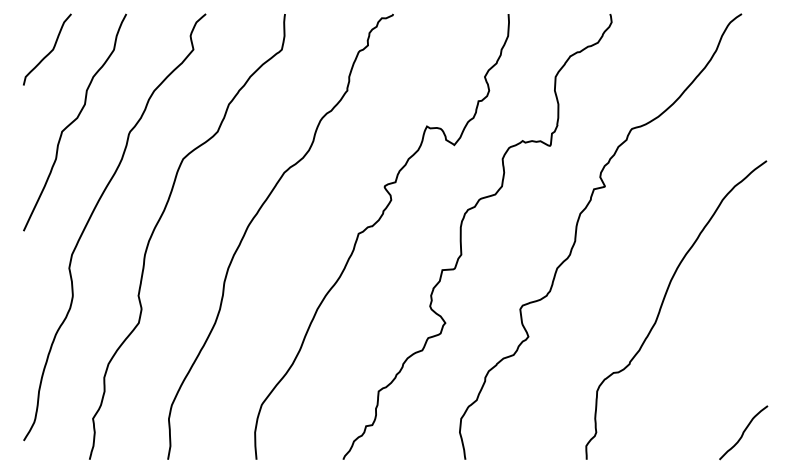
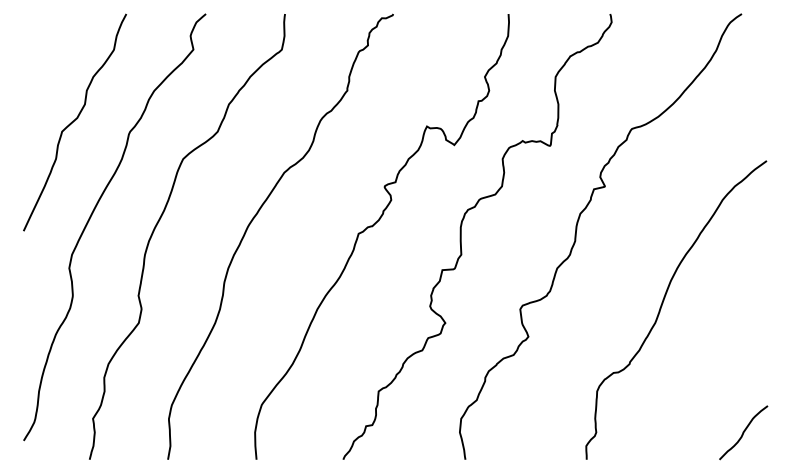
curve at (49, 51): present -> none
